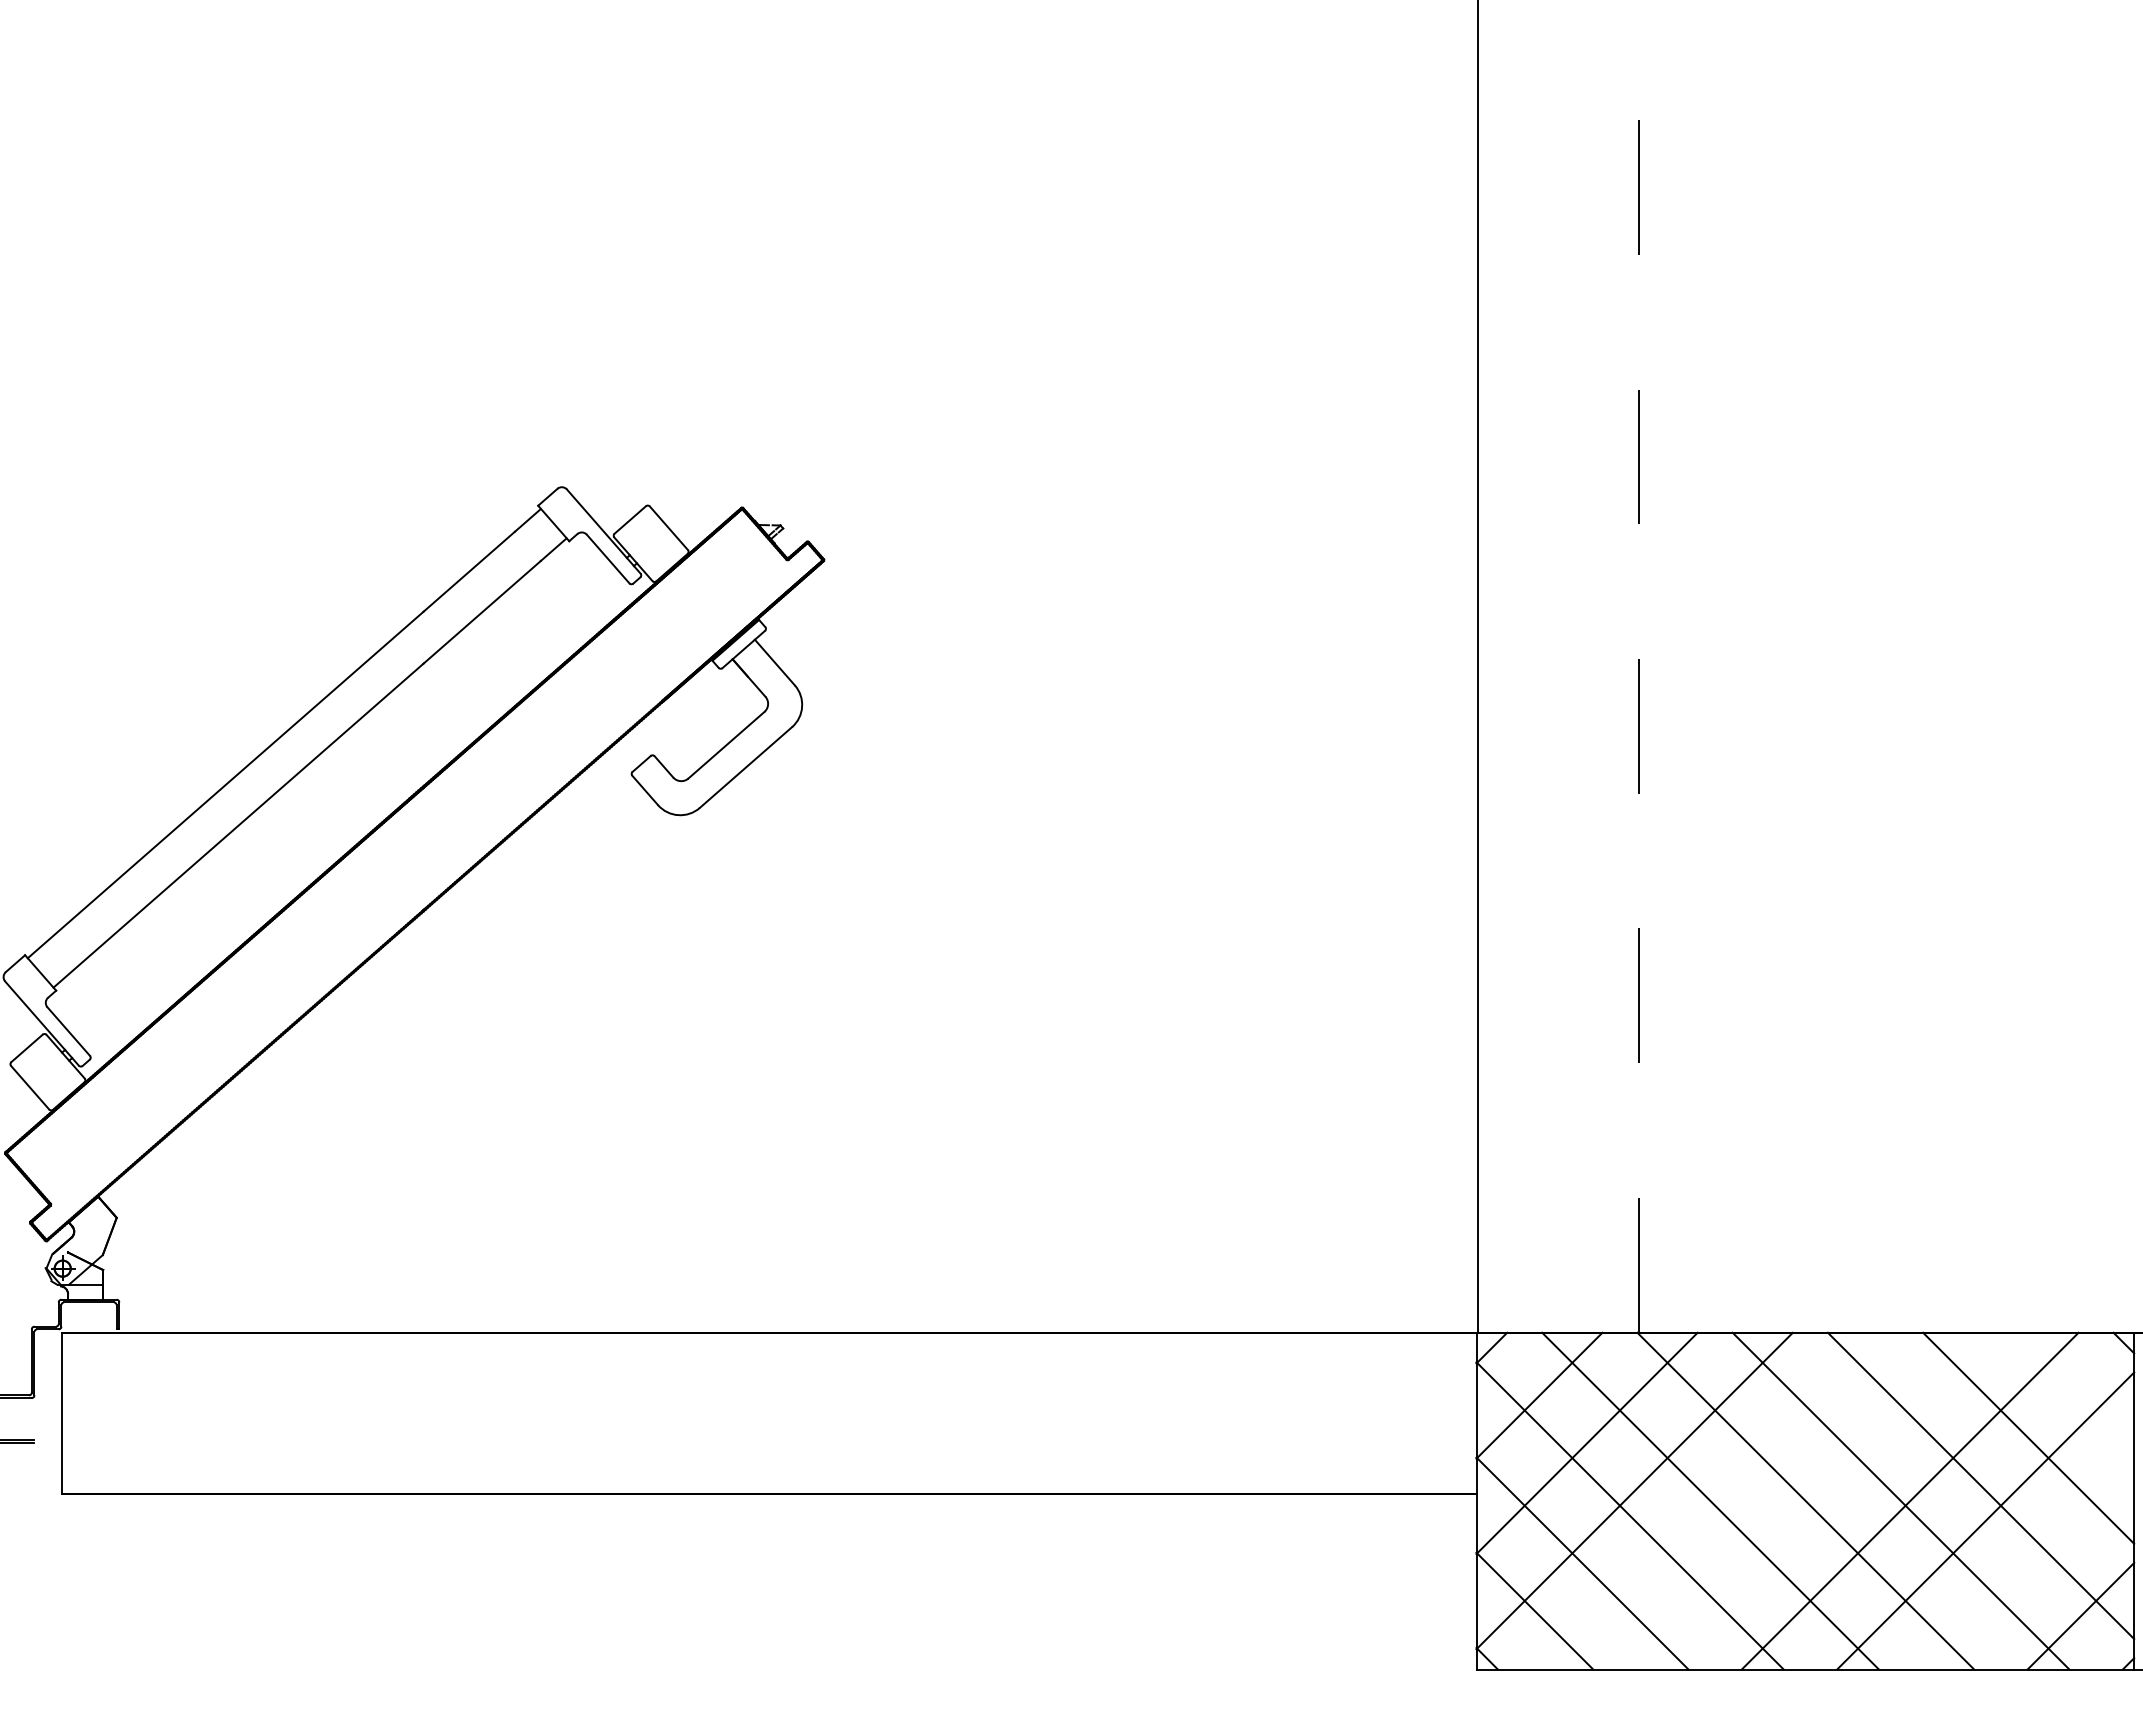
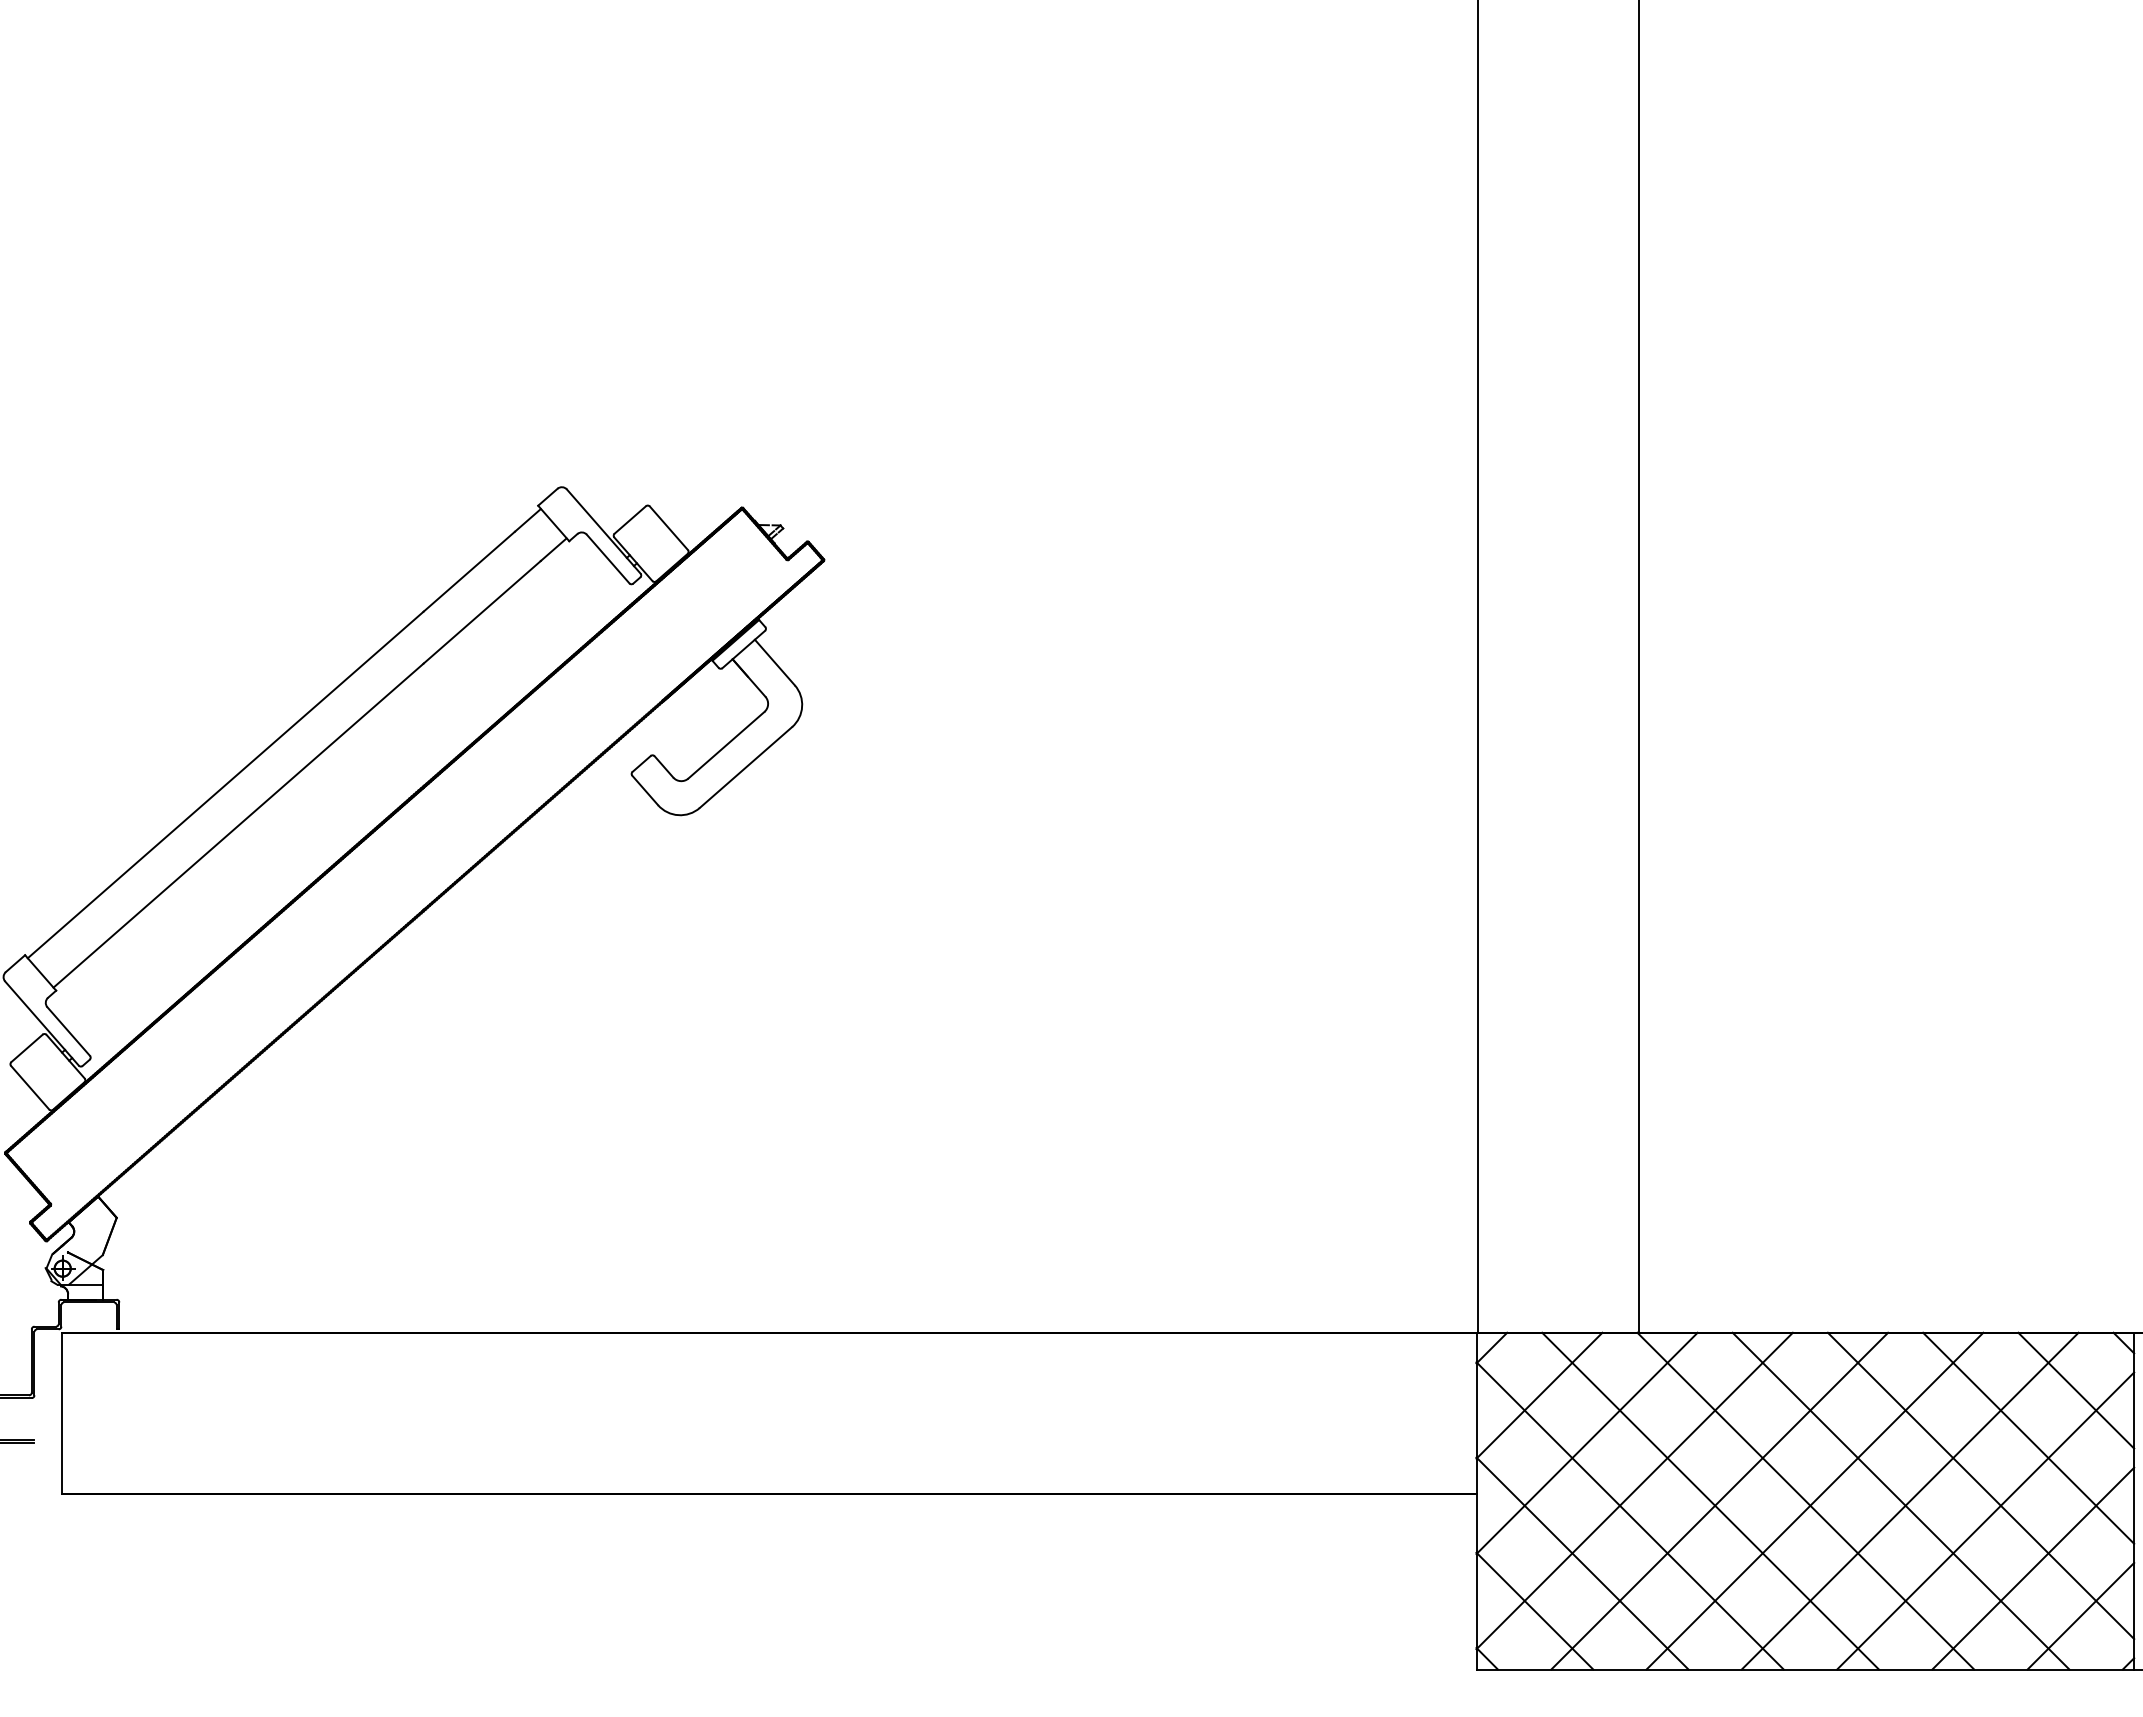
line at (1639, 665): dashed -> solid
line at (2076, 1390): none -> present
line at (1719, 1500): none -> present
line at (1814, 1500): none -> present
line at (2033, 1568): none -> present
